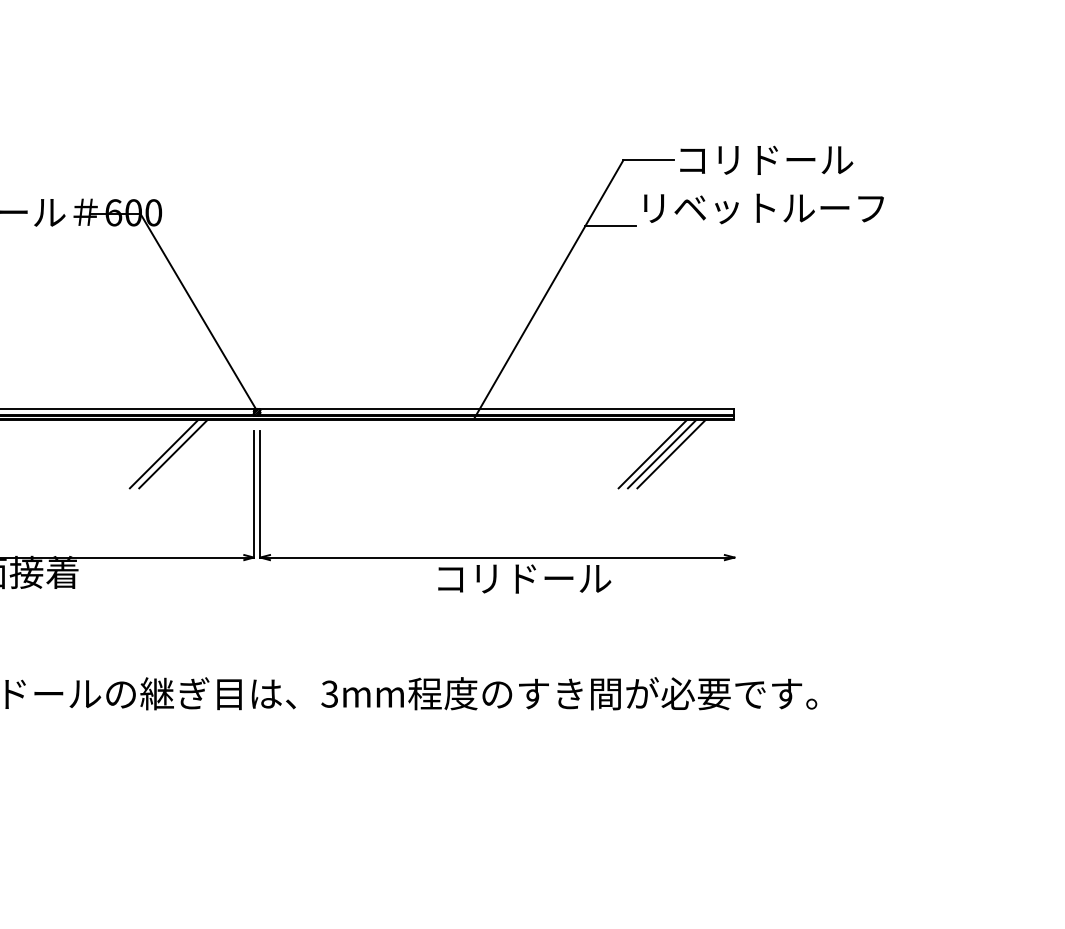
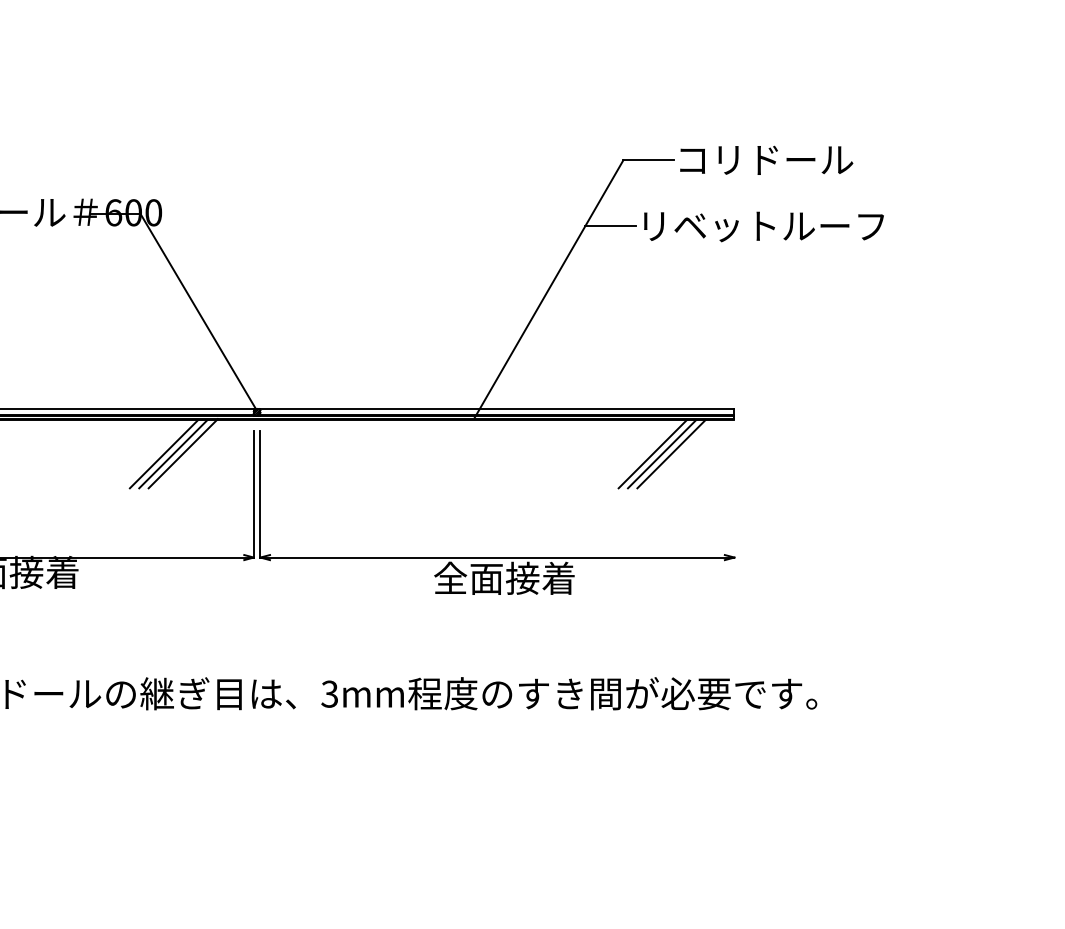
text at (763, 208) position: (763, 208) -> (763, 226)
line at (182, 453): none -> present
text at (522, 577): コリドール -> 全面接着
